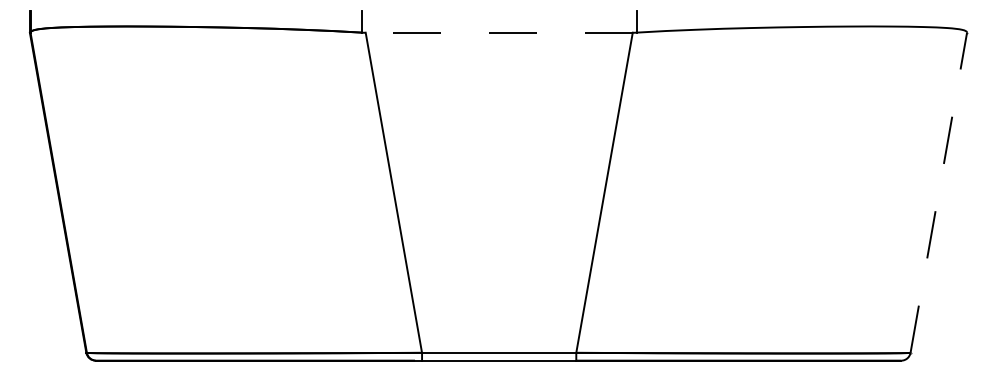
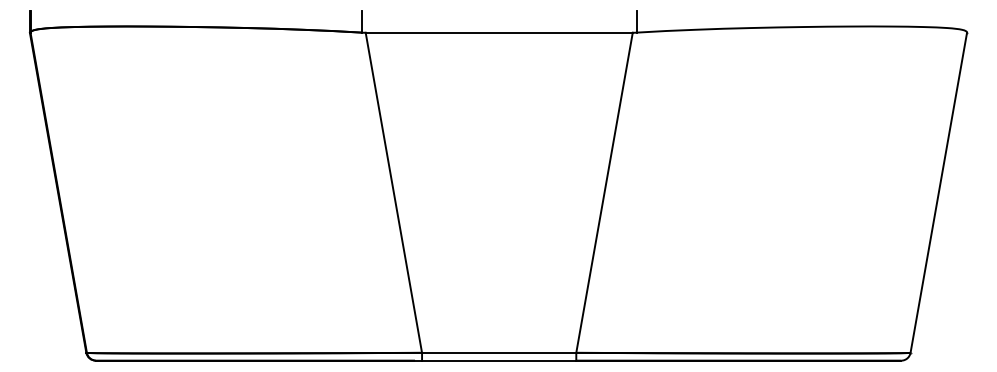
line at (499, 32): dashed -> solid
line at (938, 192): dashed -> solid
